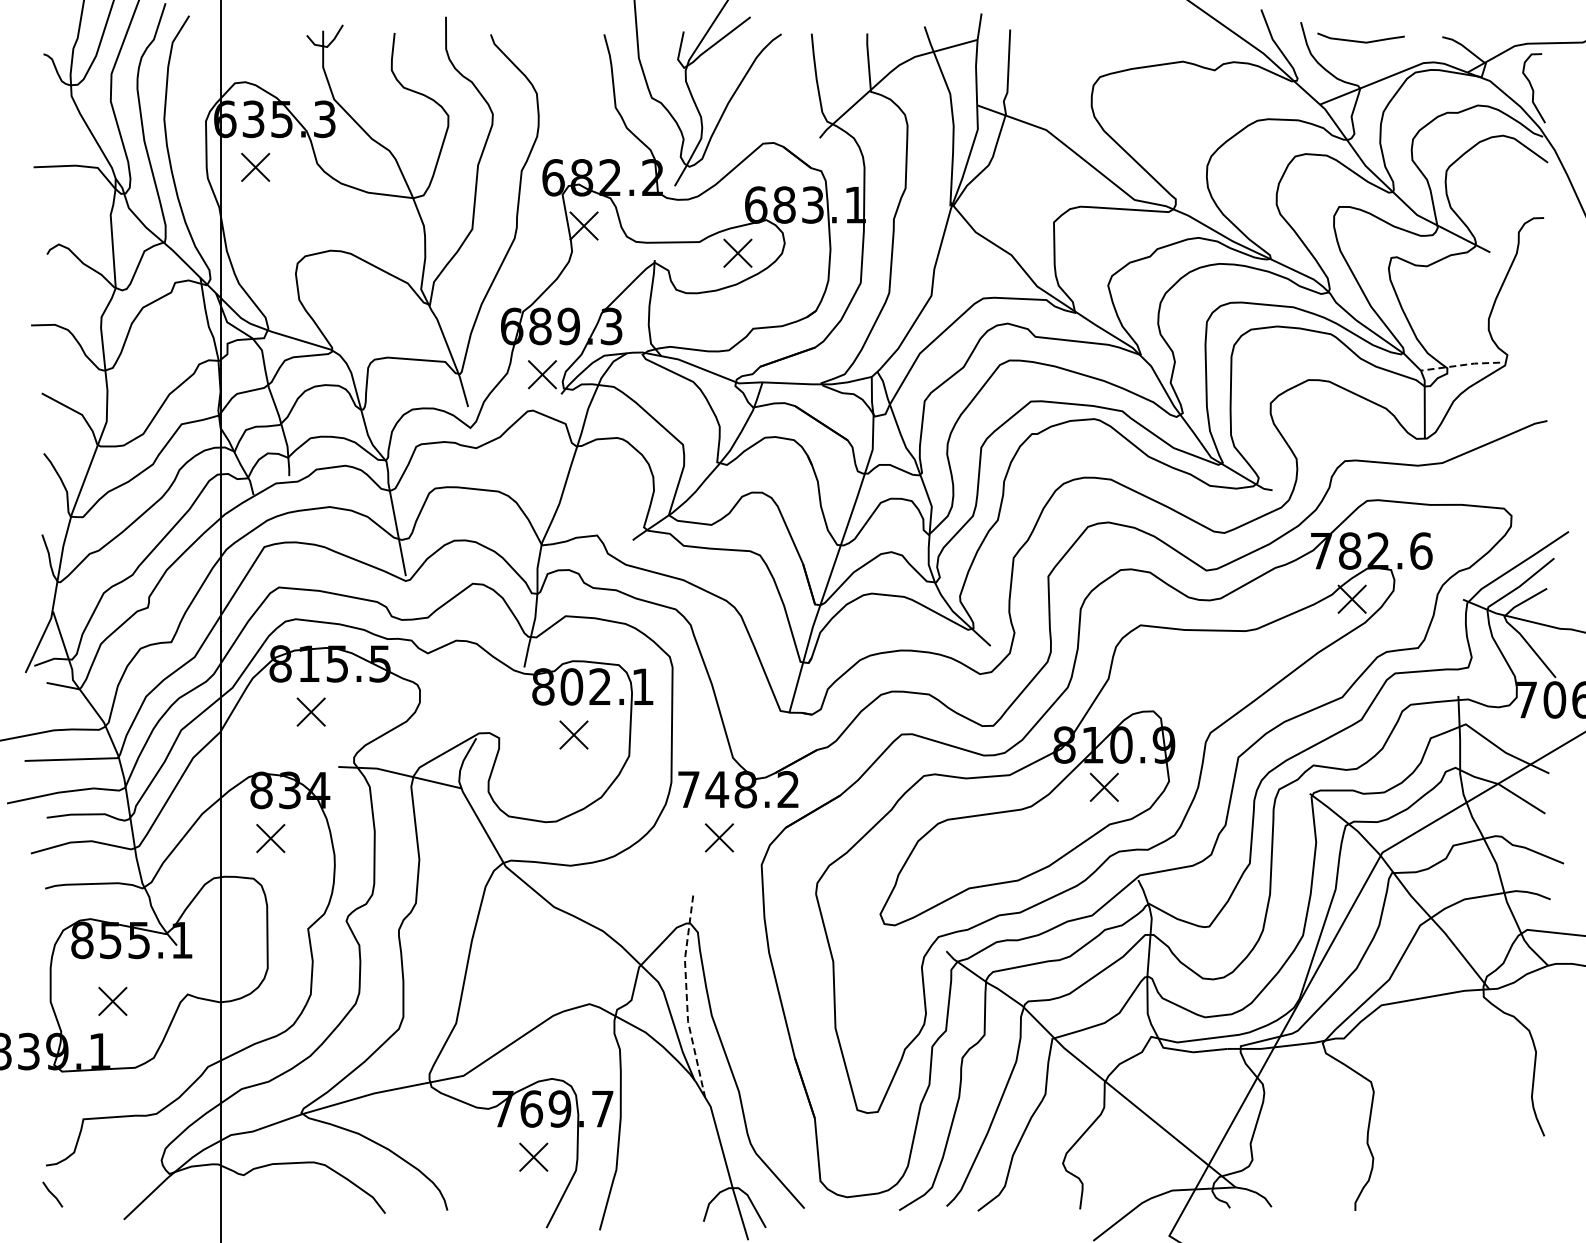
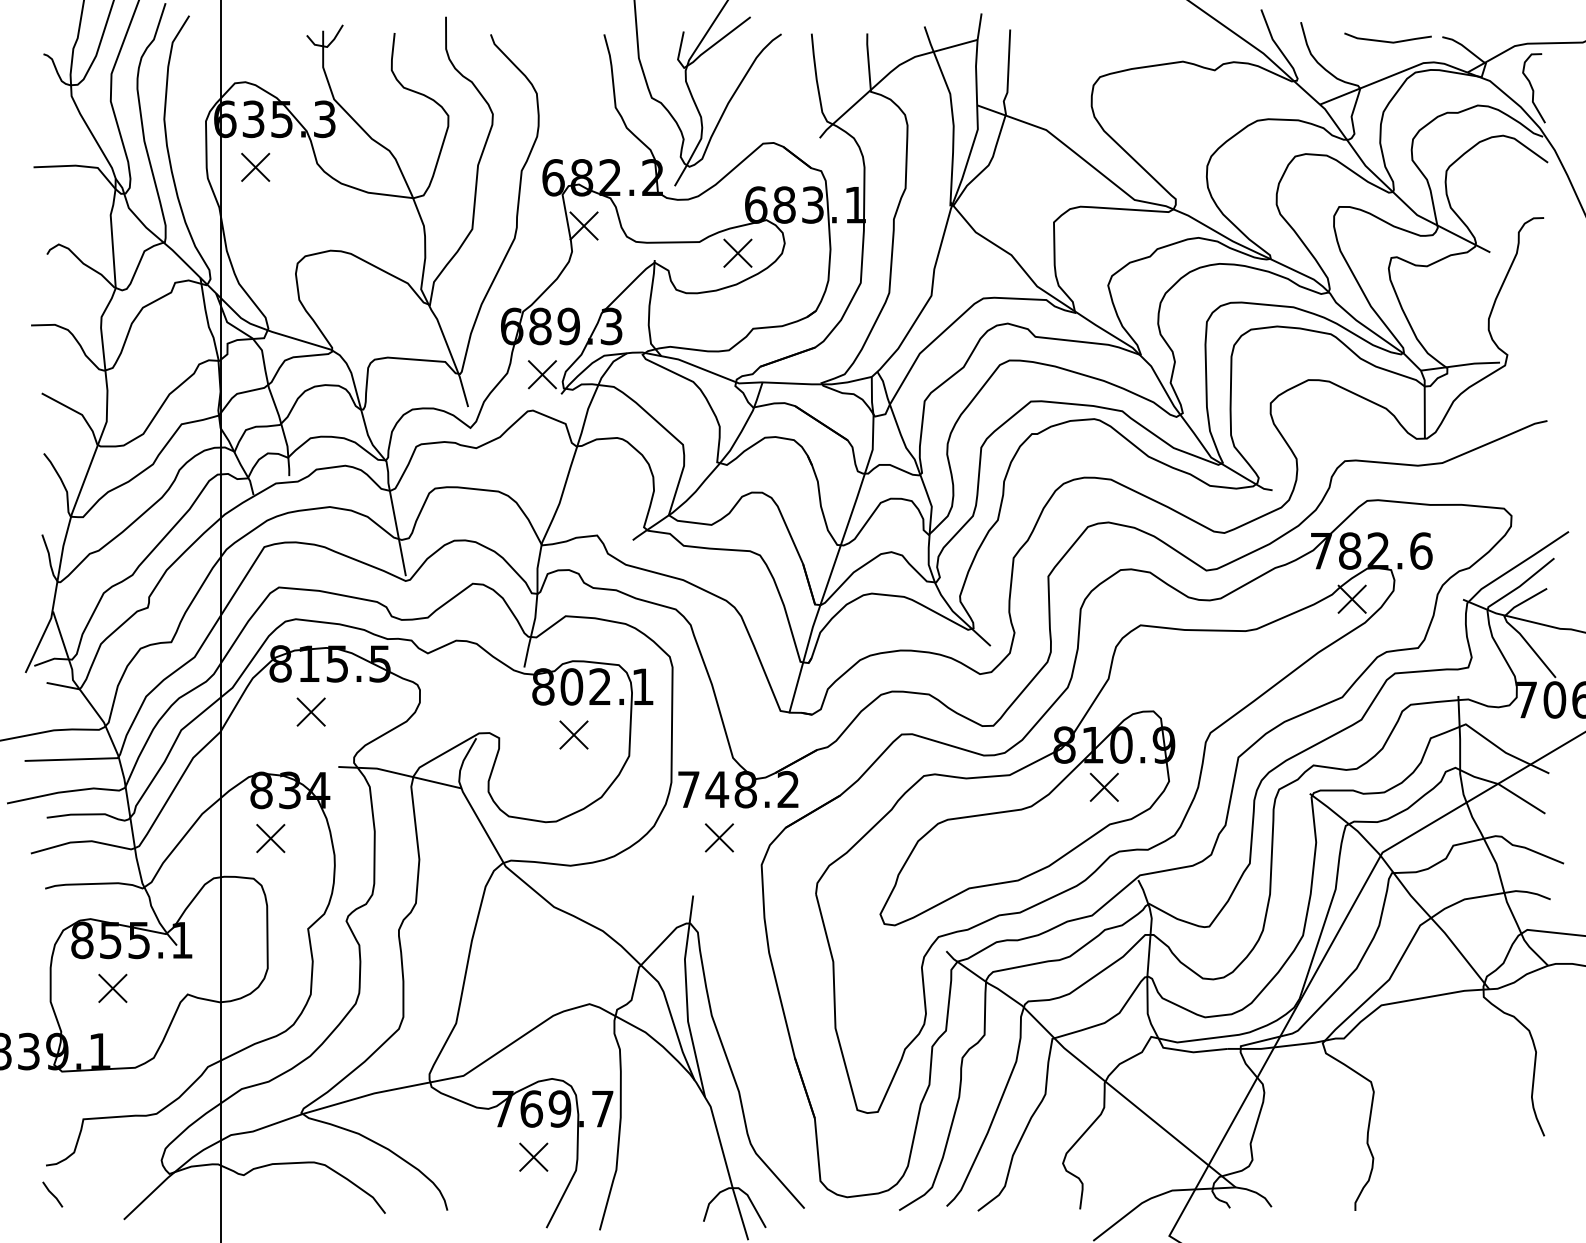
line at (1359, 40) position: (1359, 40) -> (1386, 40)
line at (1460, 365): dashed -> solid
line at (686, 996): dashed -> solid
part at (112, 1000) position: (112, 1000) -> (112, 987)
